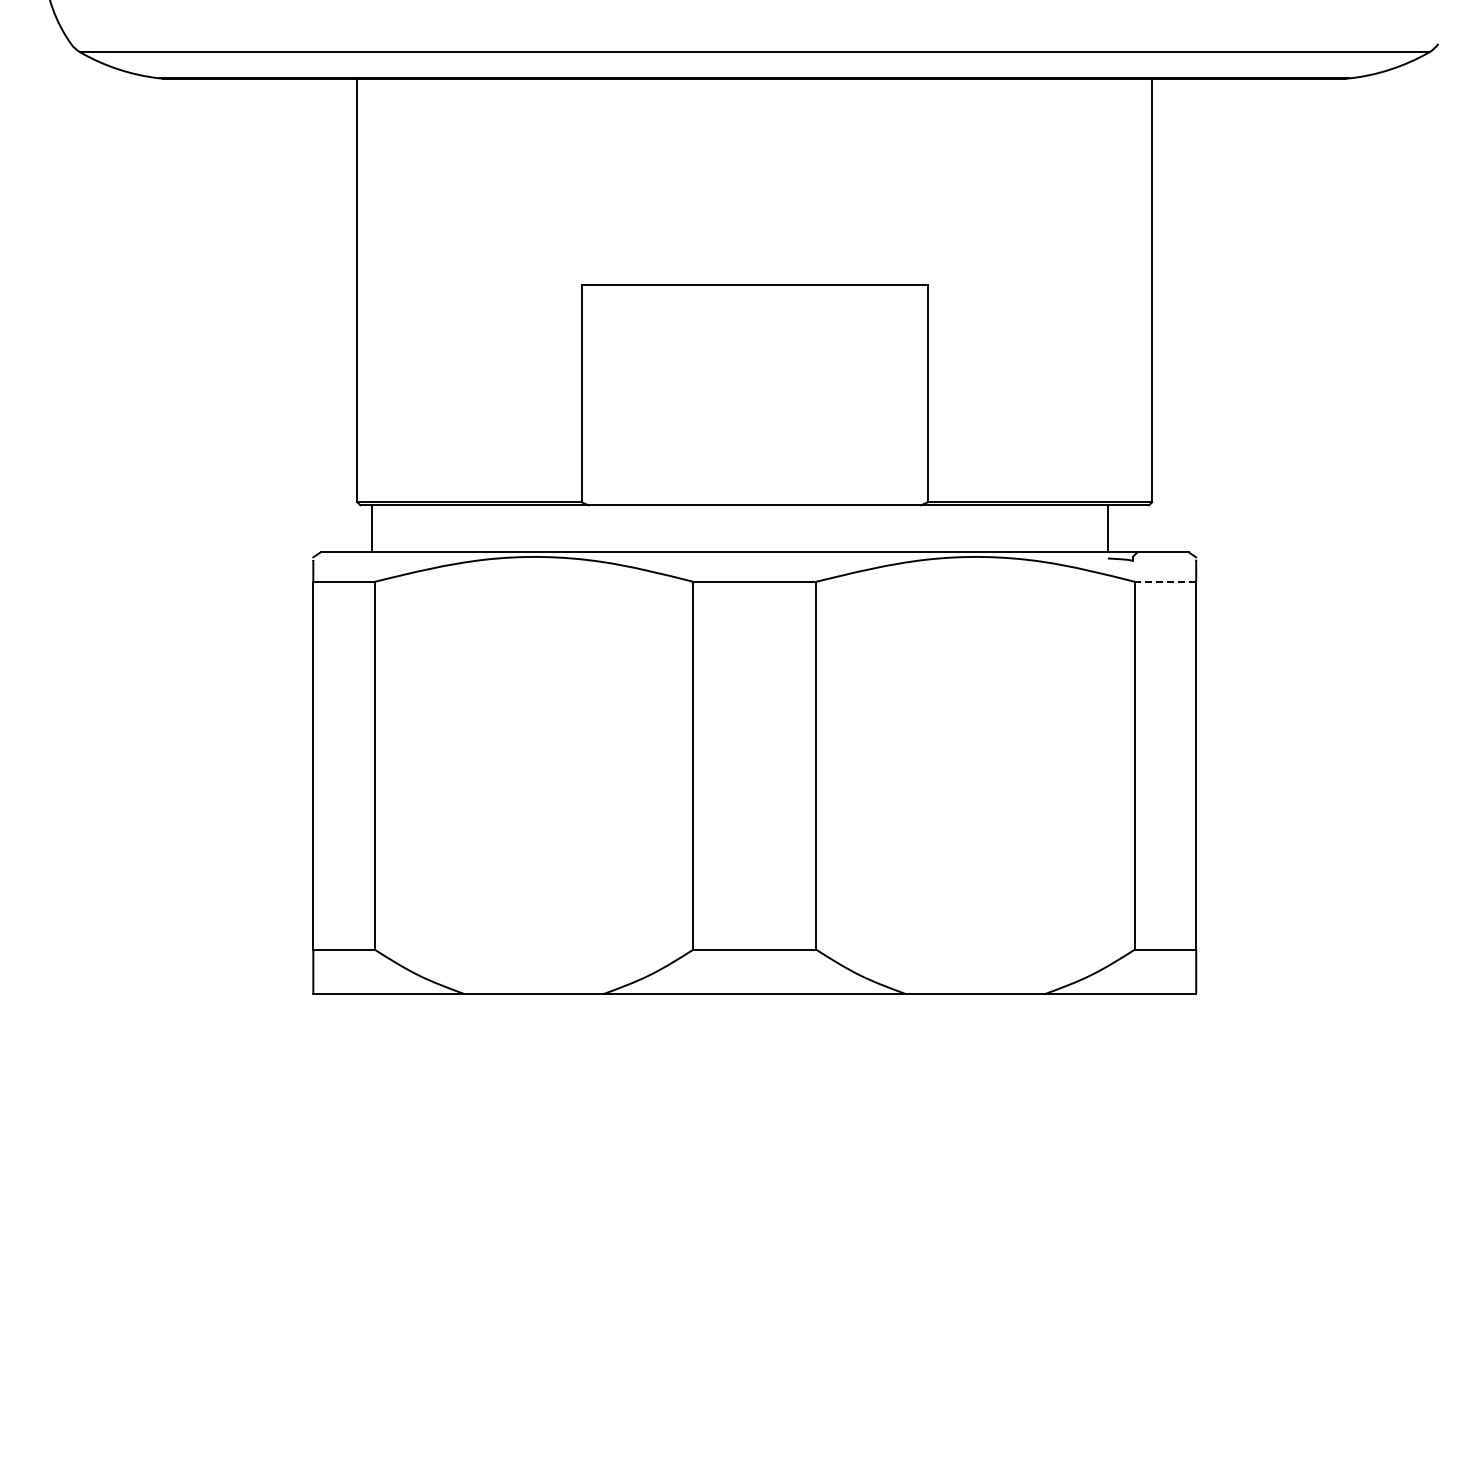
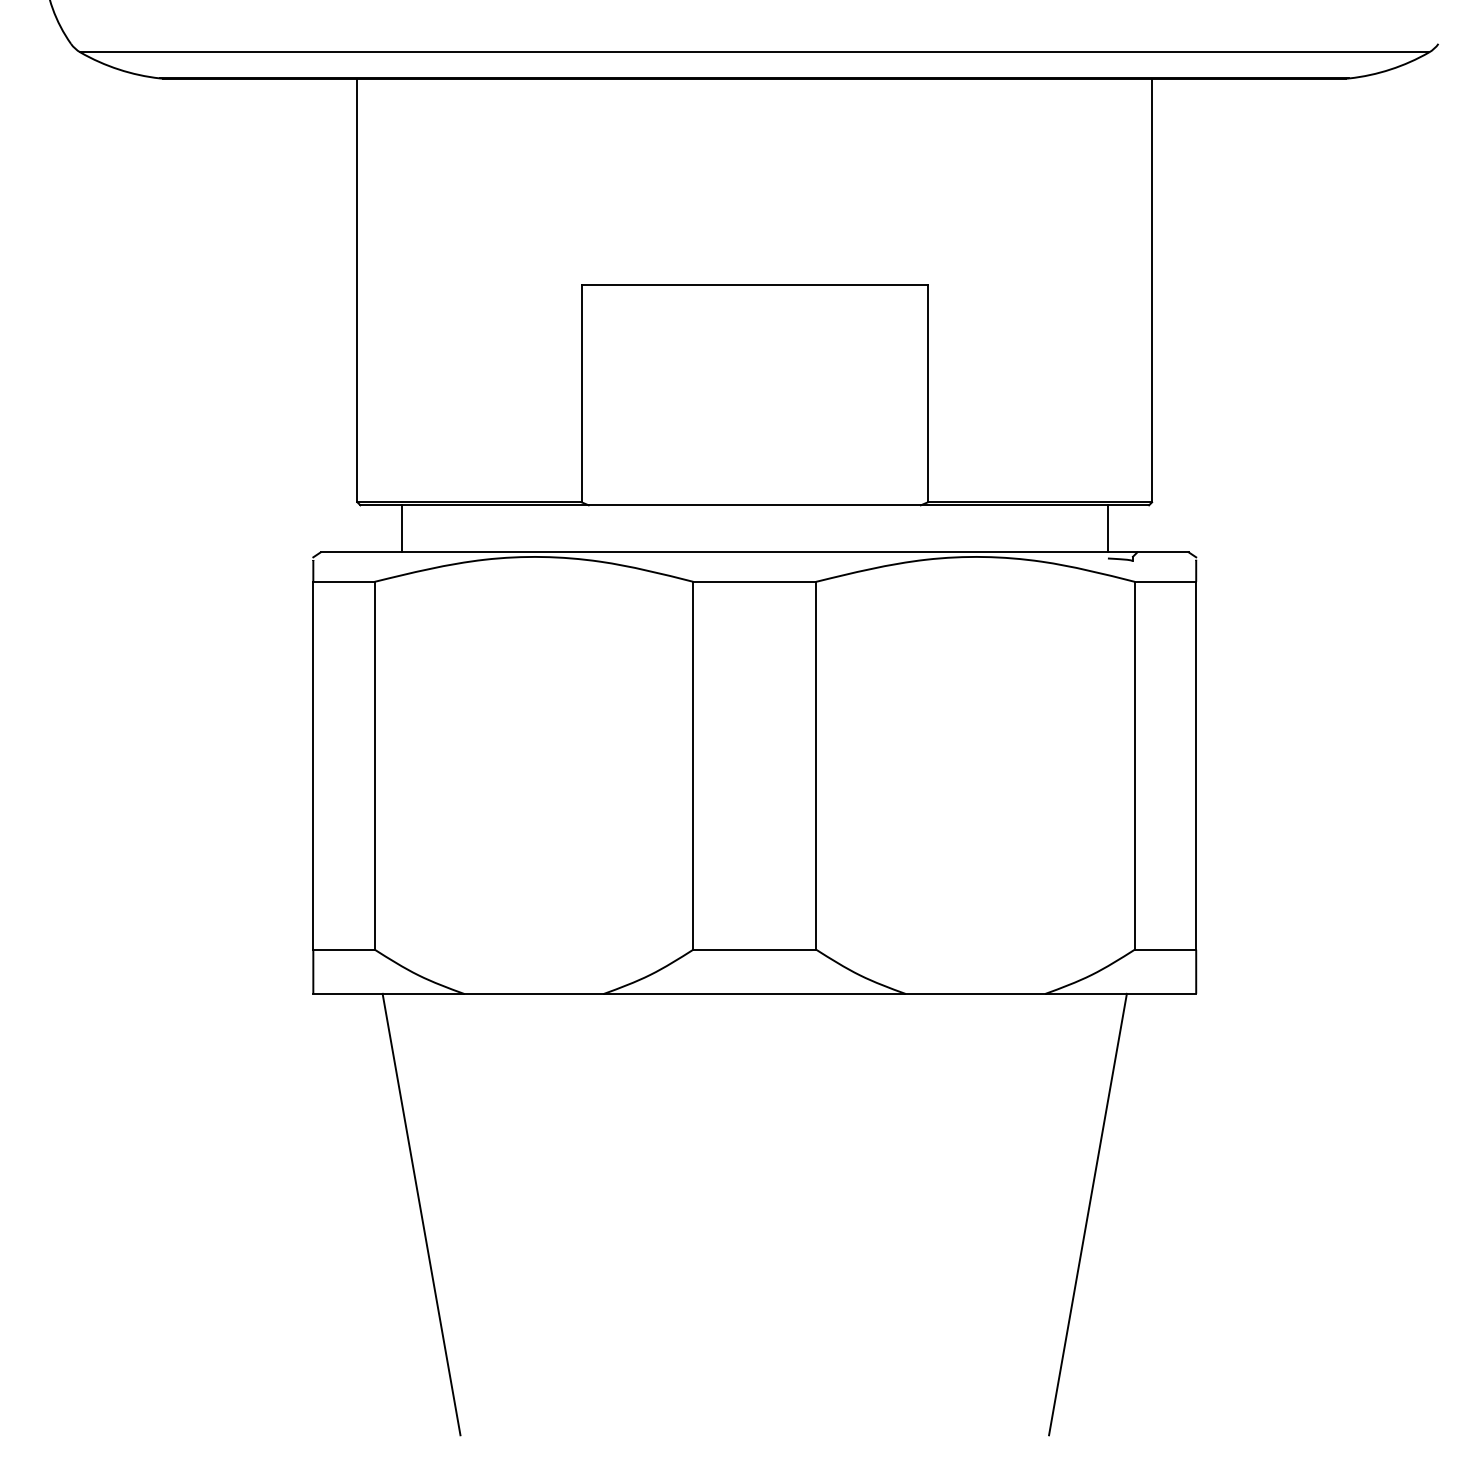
line at (371, 528) position: (371, 528) -> (401, 528)
line at (1165, 581): dashed -> solid
line at (421, 1214): none -> present
line at (1087, 1214): none -> present
